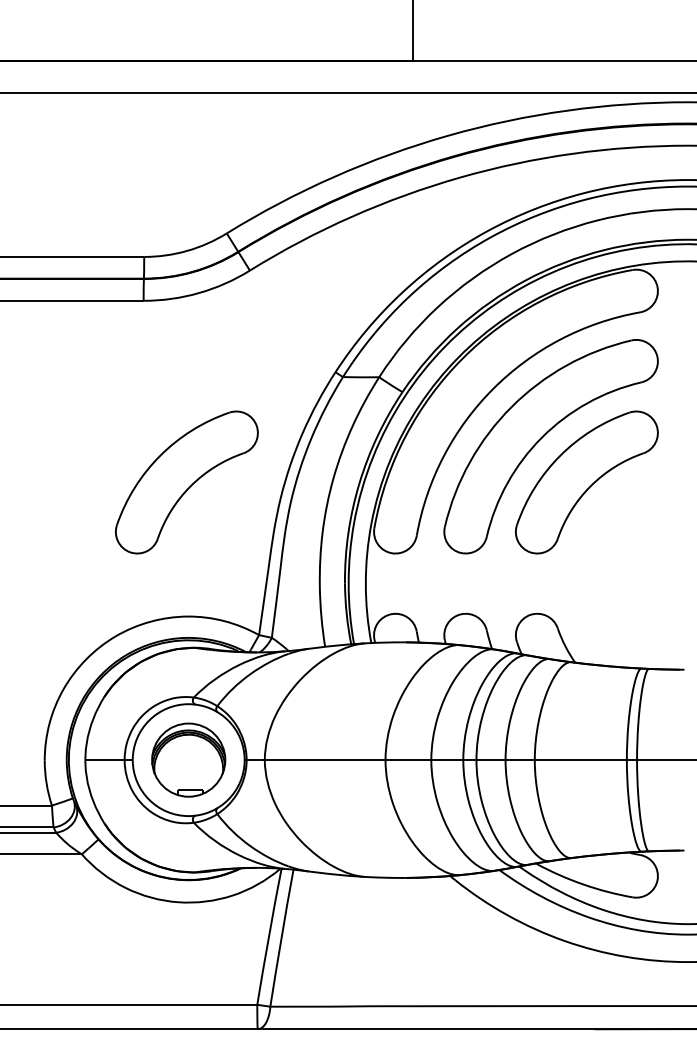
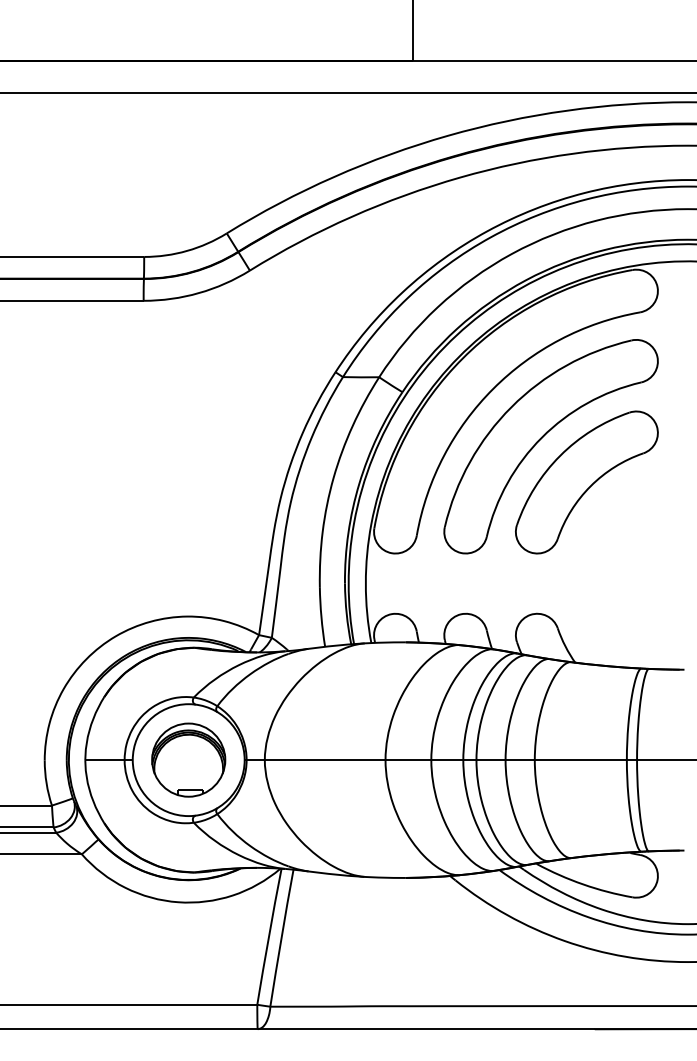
part at (186, 482): present -> none
